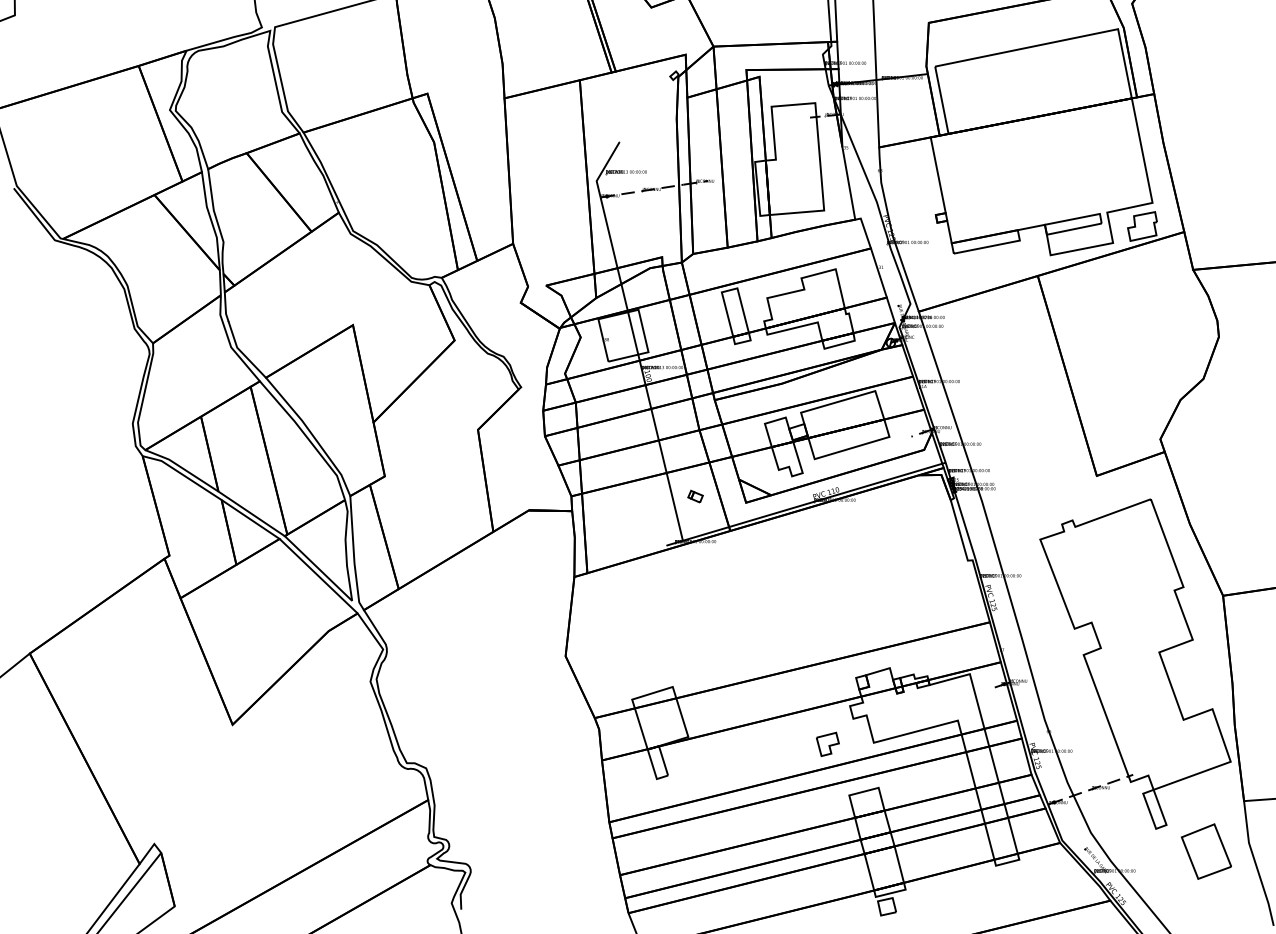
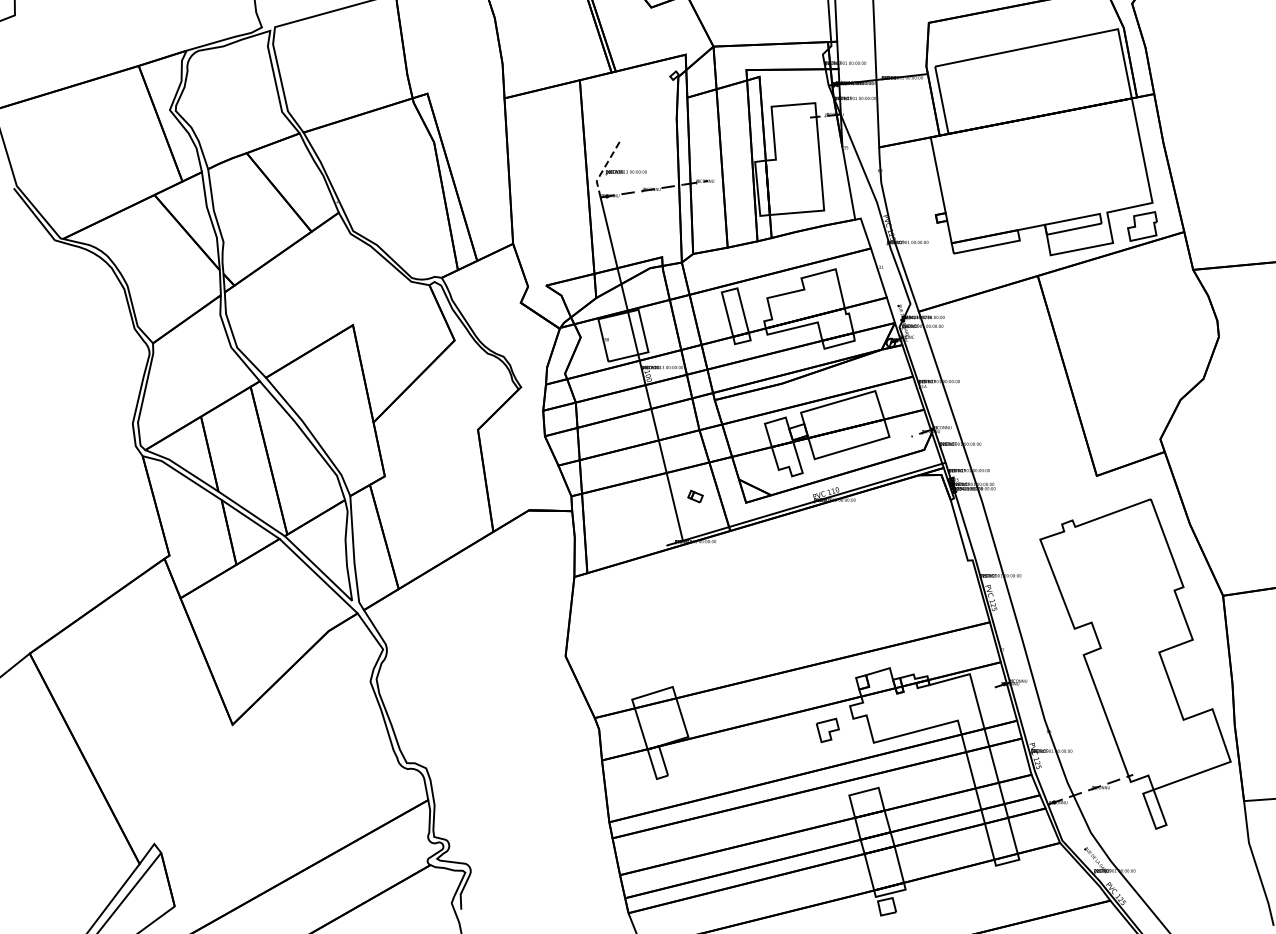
line at (603, 169): solid -> dashed
part at (827, 744) position: (827, 744) -> (827, 730)
part at (1205, 851): present -> none
